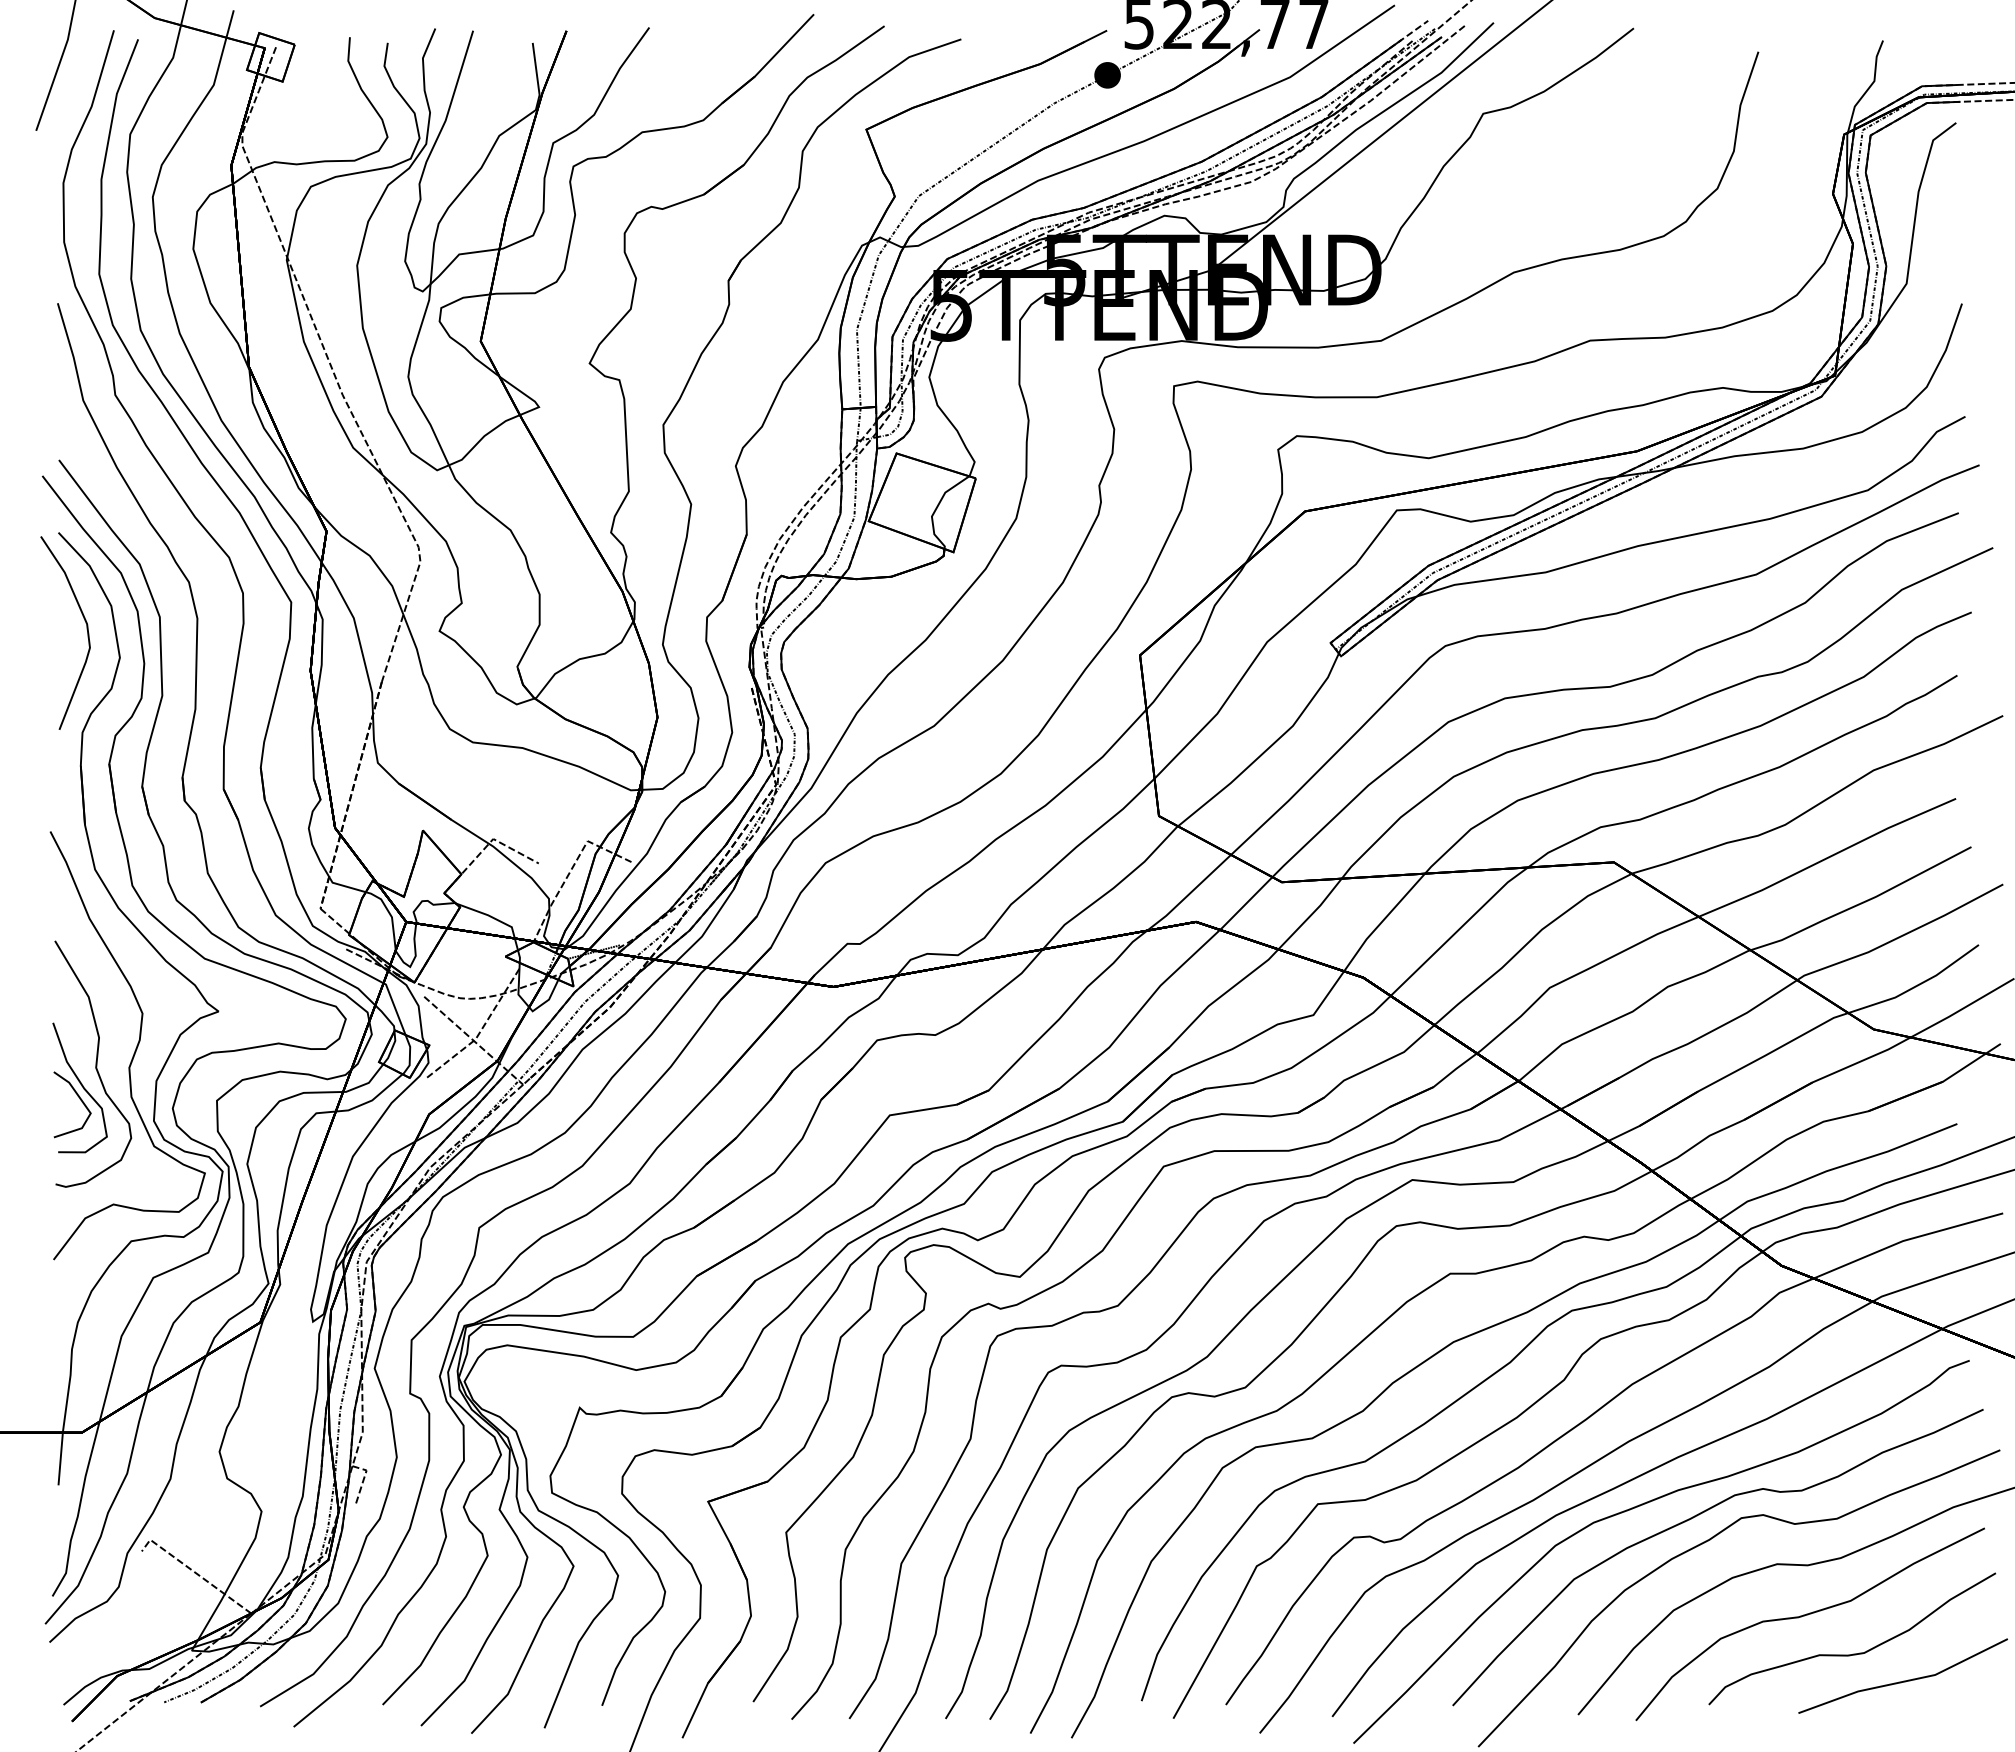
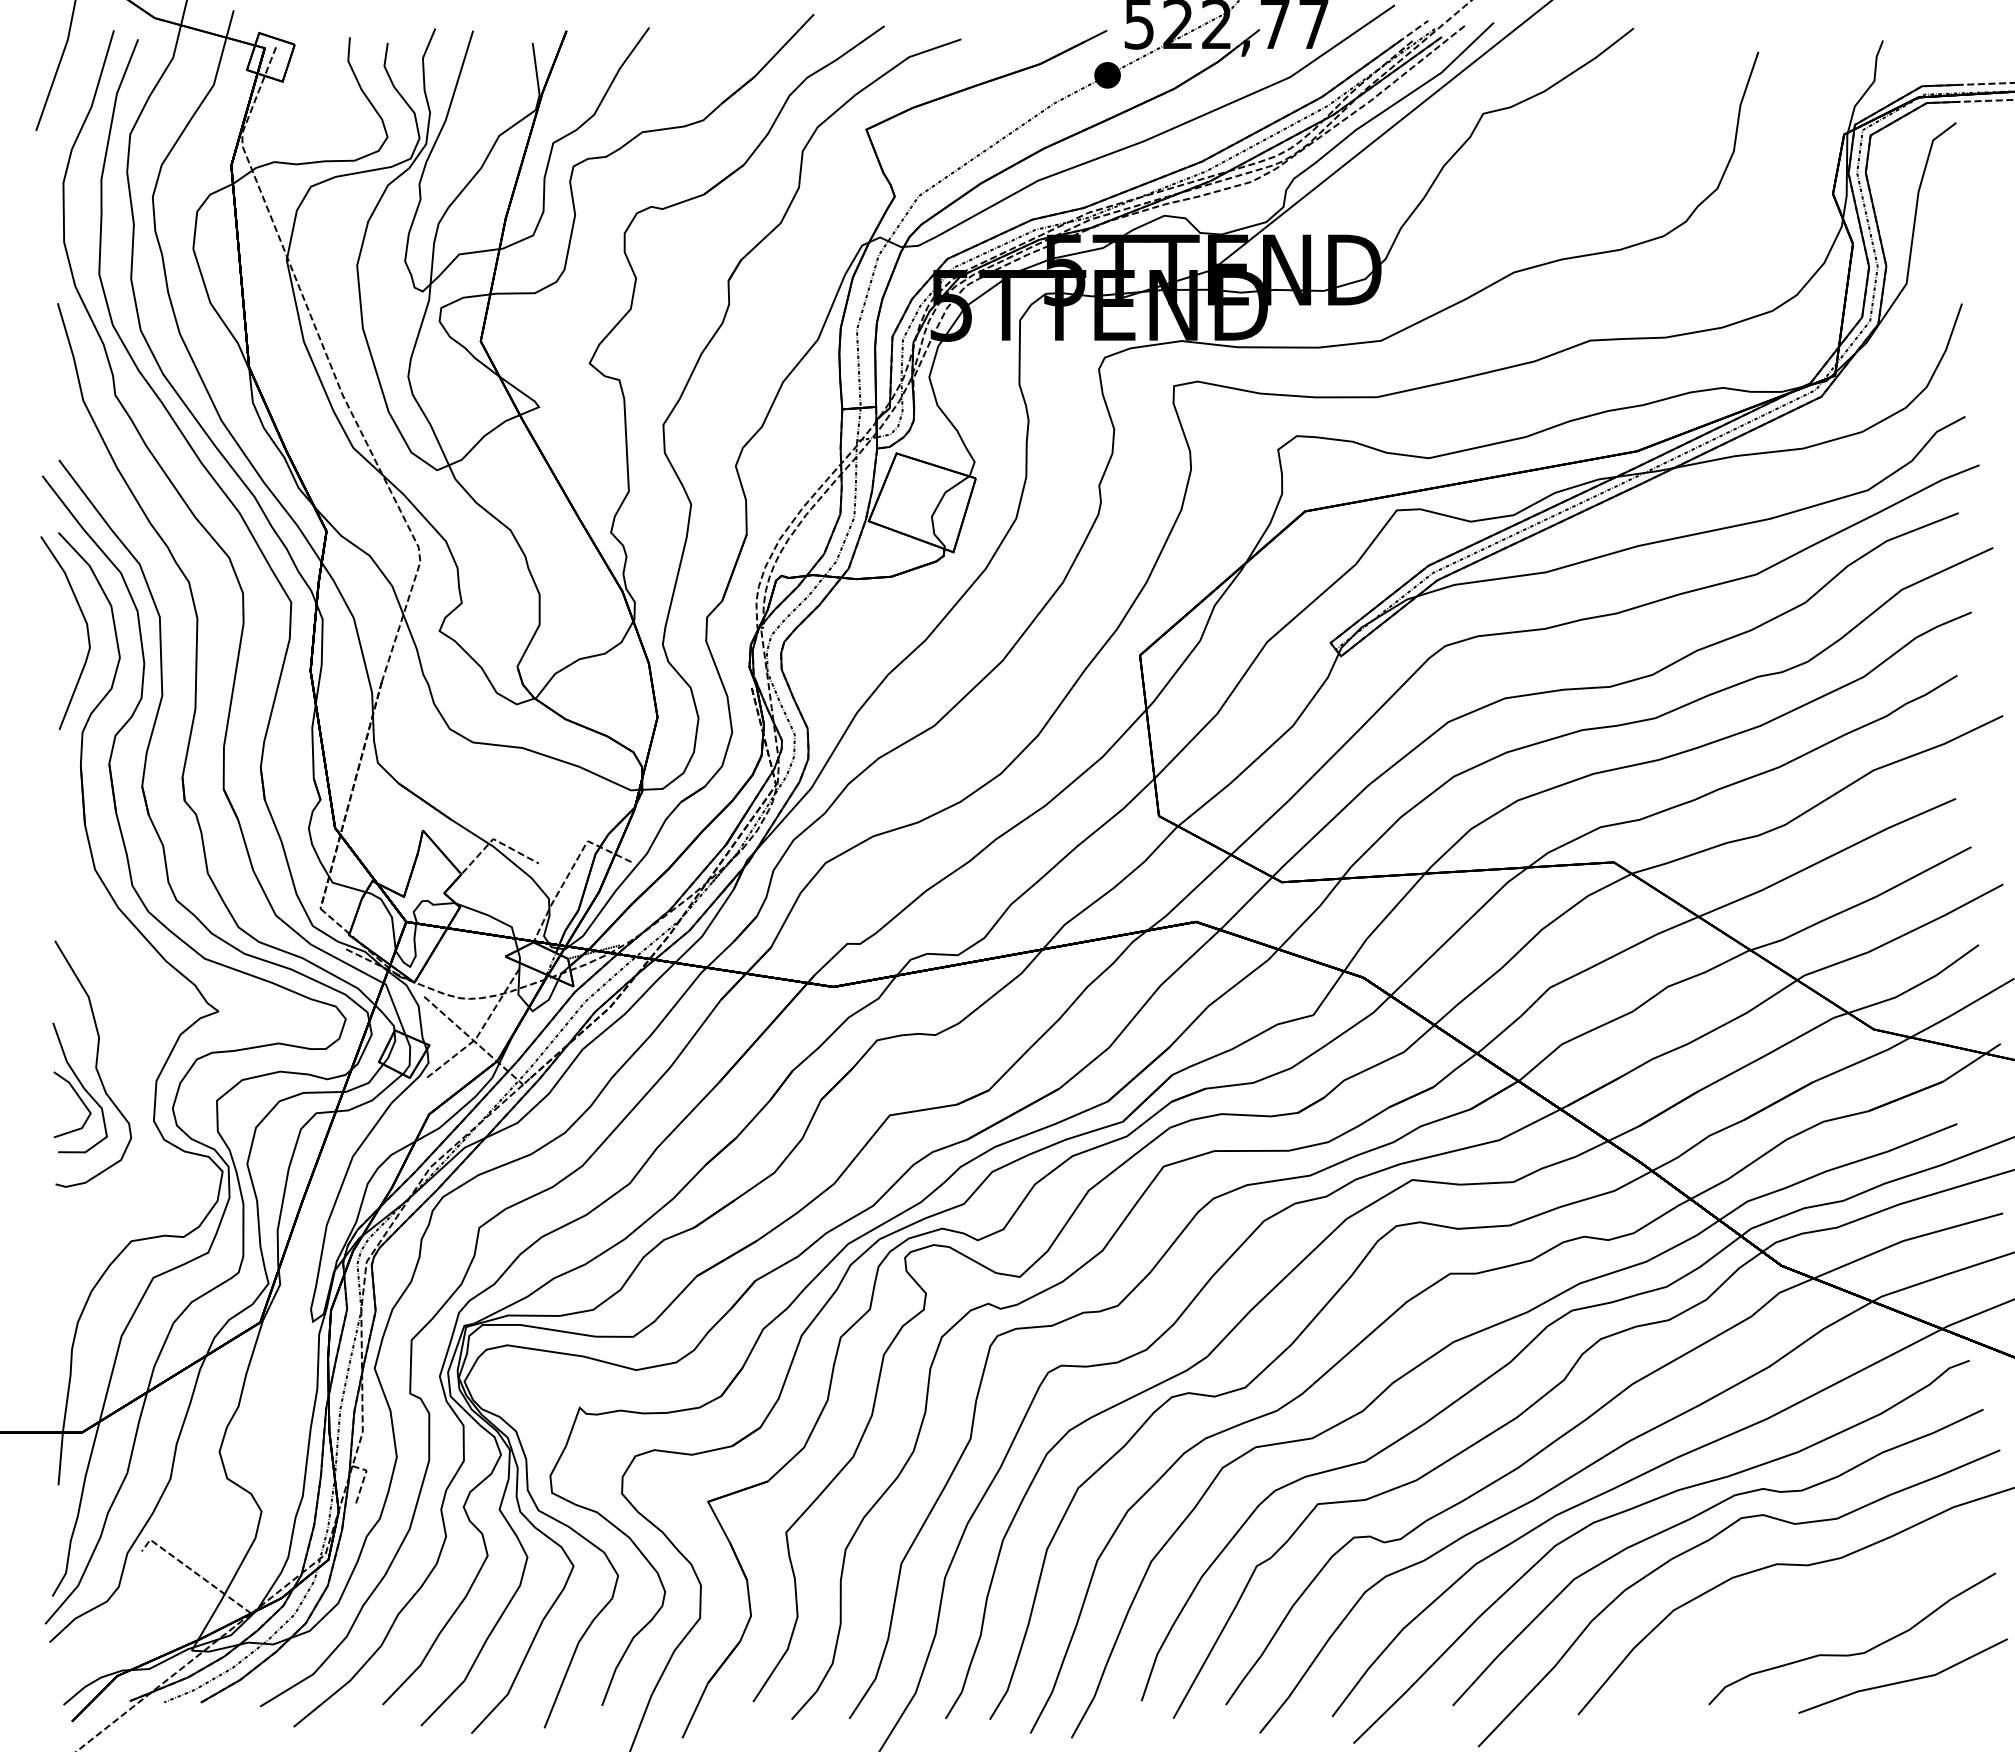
curve at (135, 1048): present -> none
curve at (1808, 1615): present -> none
